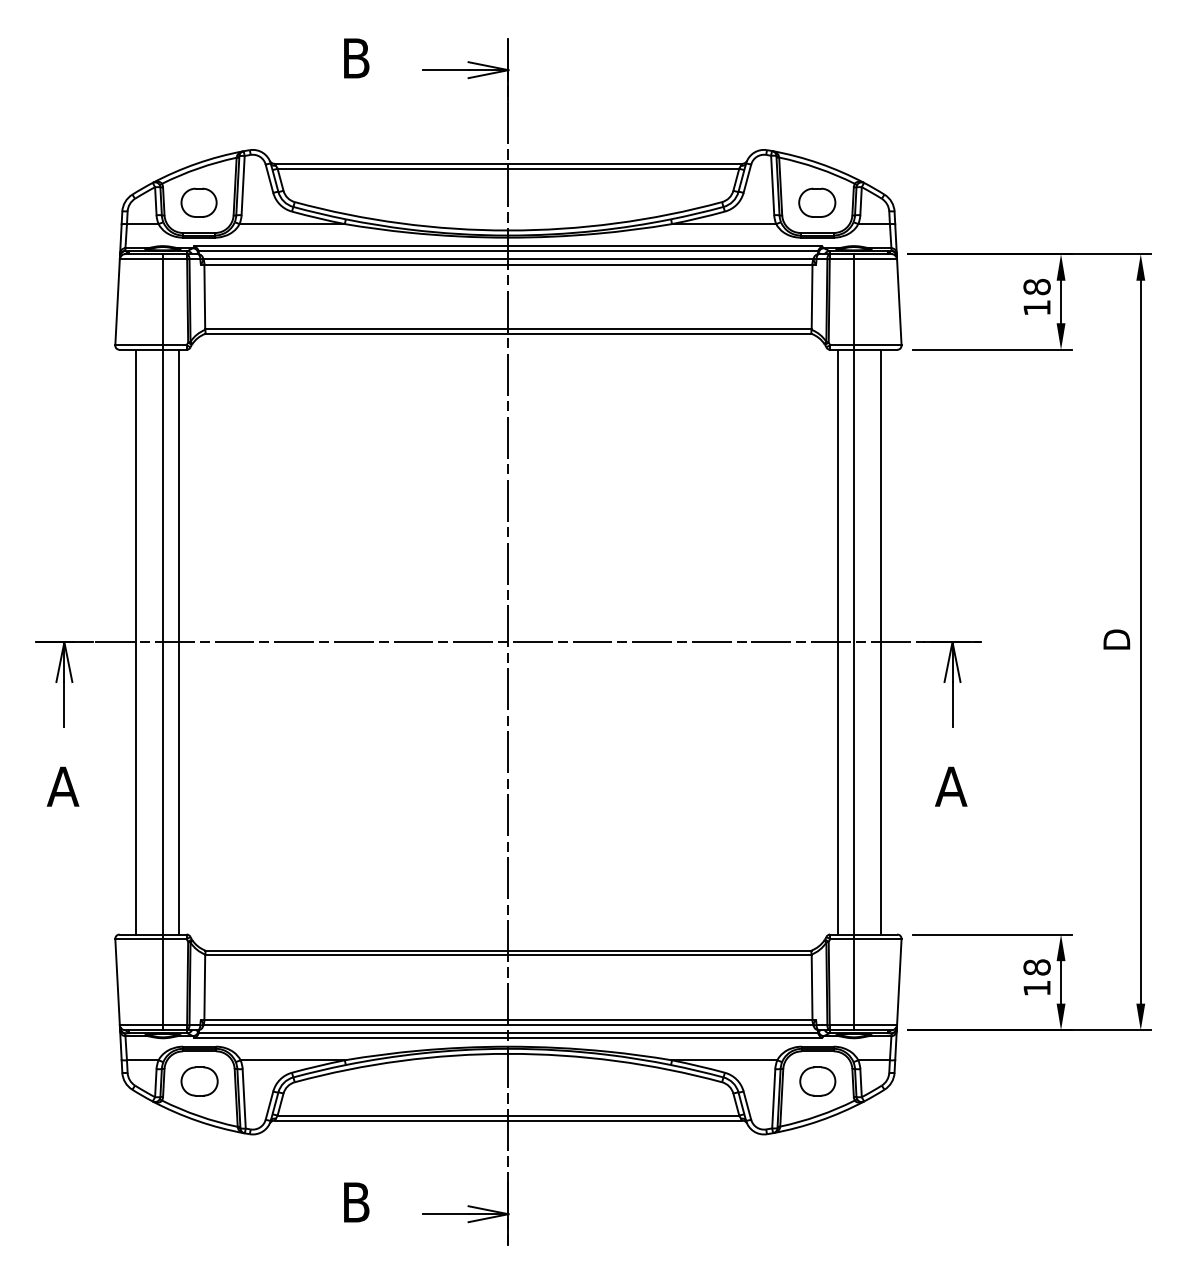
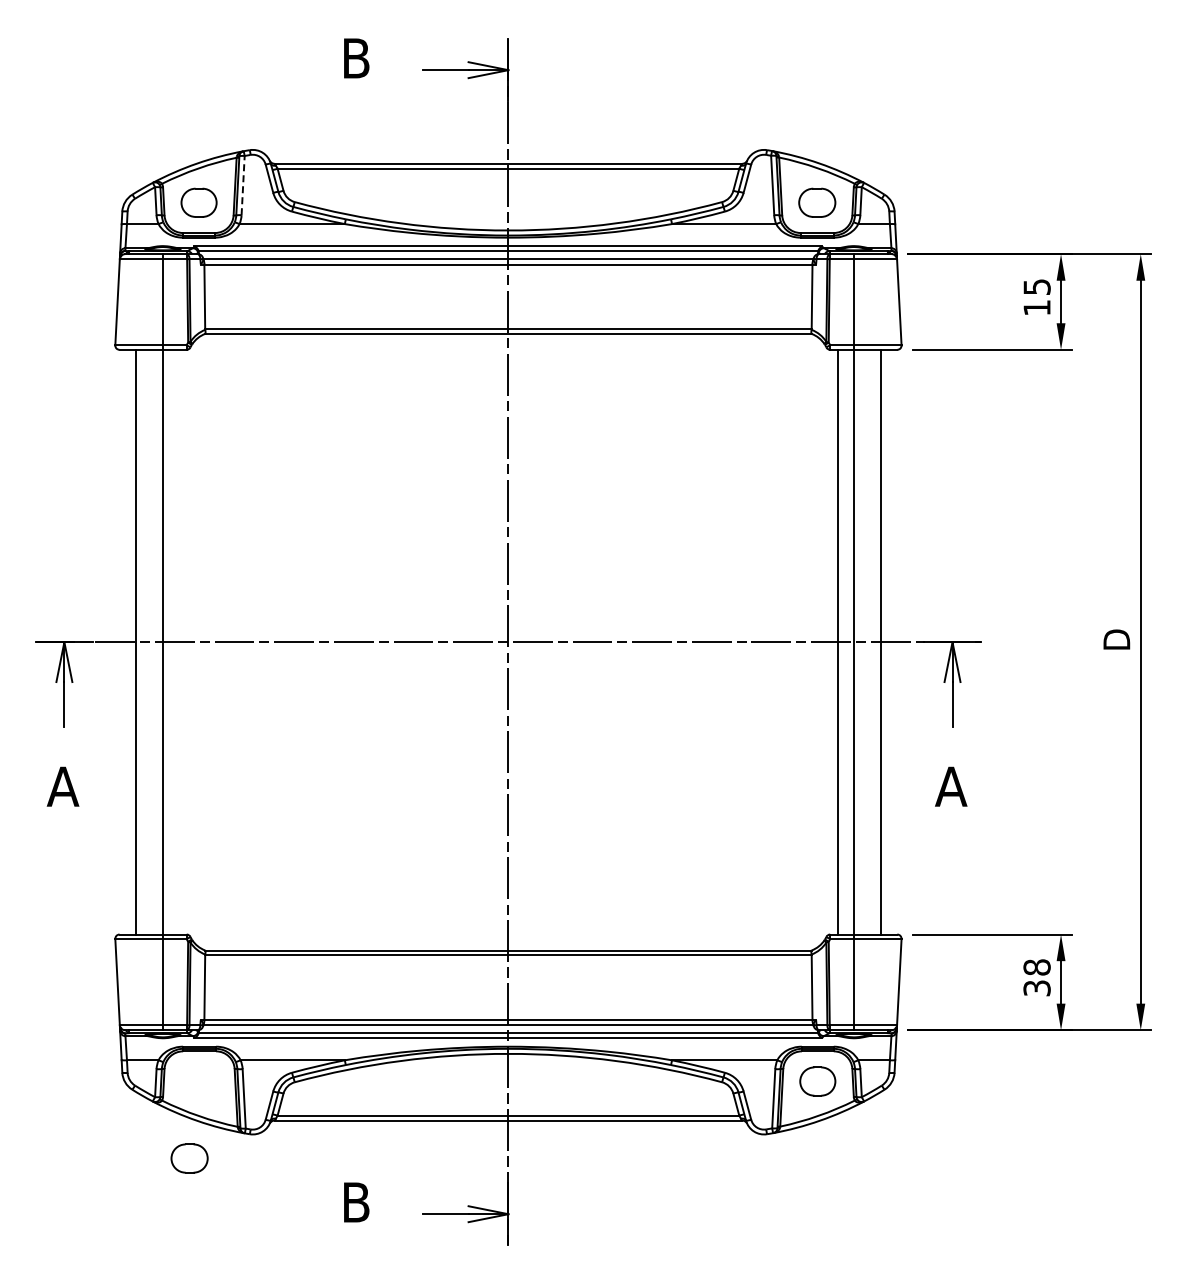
line at (243, 185): solid -> dashed
text at (1036, 286): 18 -> 15
line at (178, 641): present -> none
text at (1036, 988): 18 -> 38
part at (199, 1081) position: (199, 1081) -> (189, 1158)
